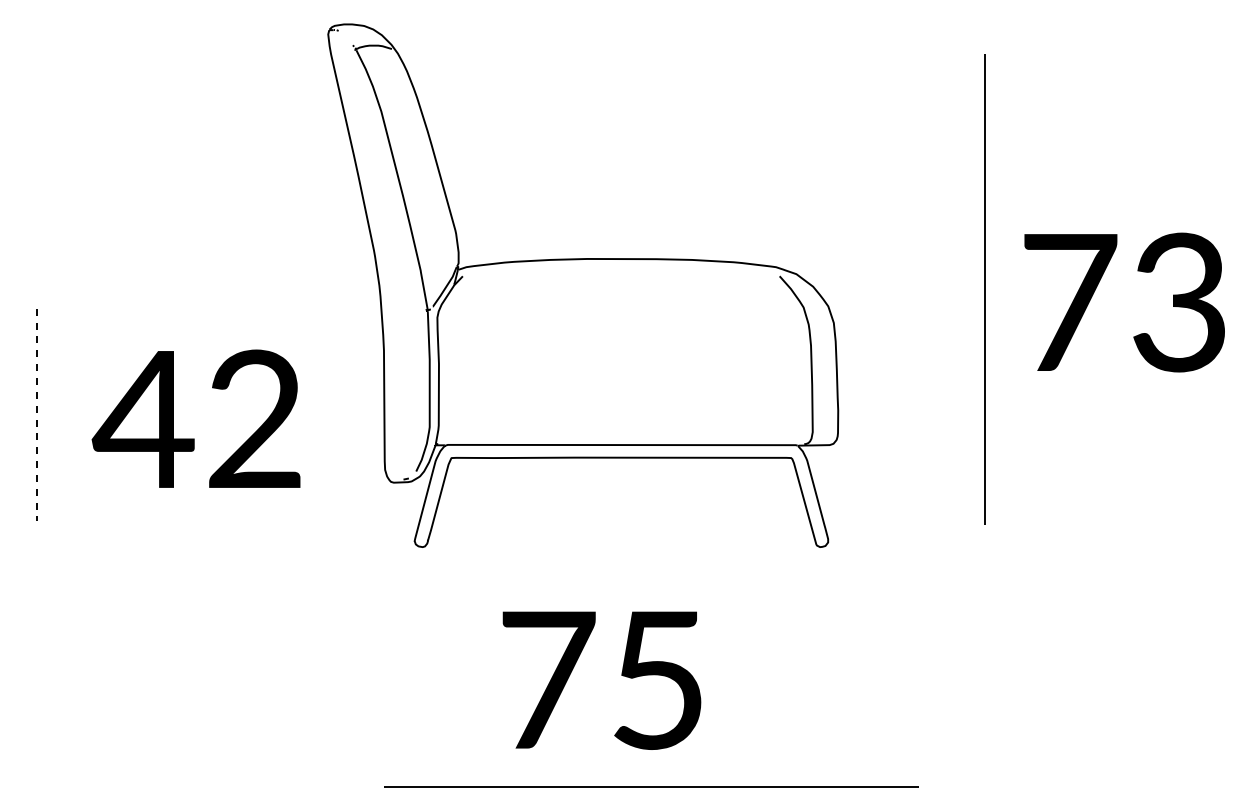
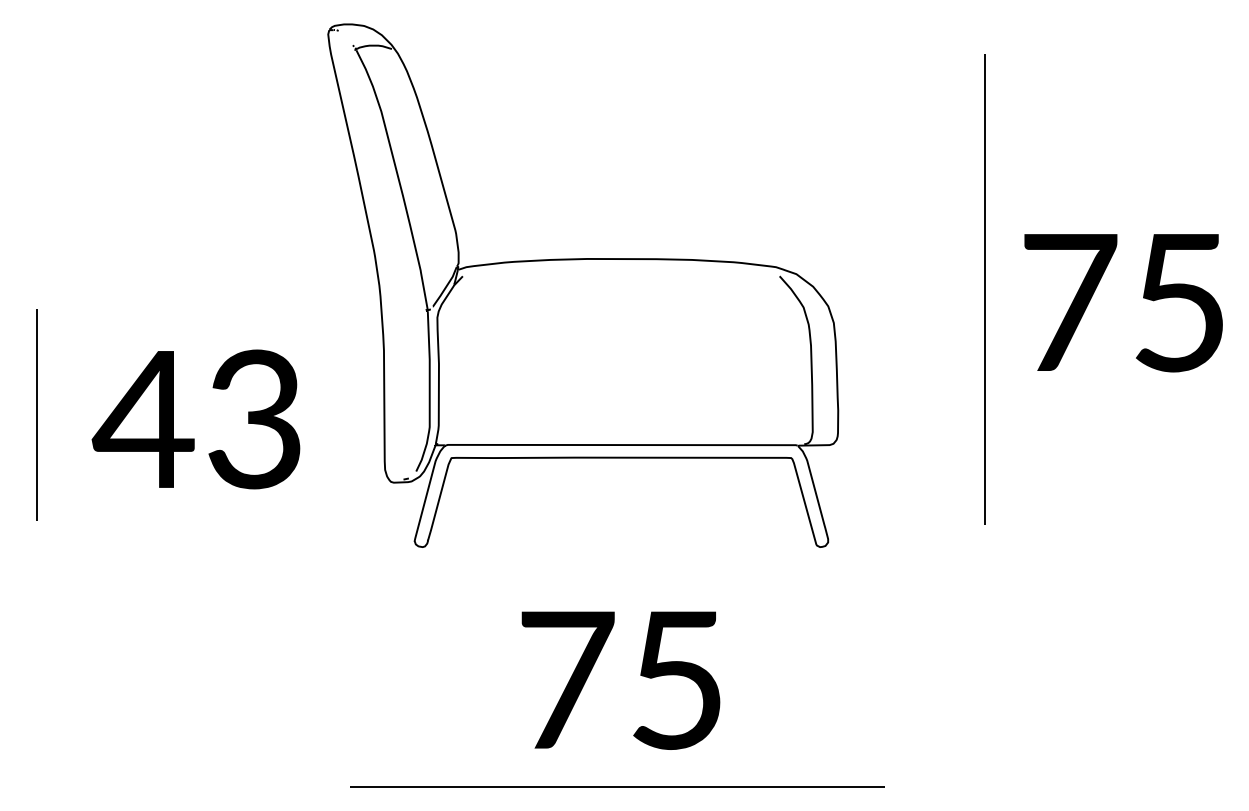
text at (1178, 302): 73 -> 75
line at (37, 415): dashed -> solid
text at (254, 419): 42 -> 43
text at (601, 680) position: (601, 680) -> (620, 680)
line at (651, 786) position: (651, 786) -> (617, 786)
